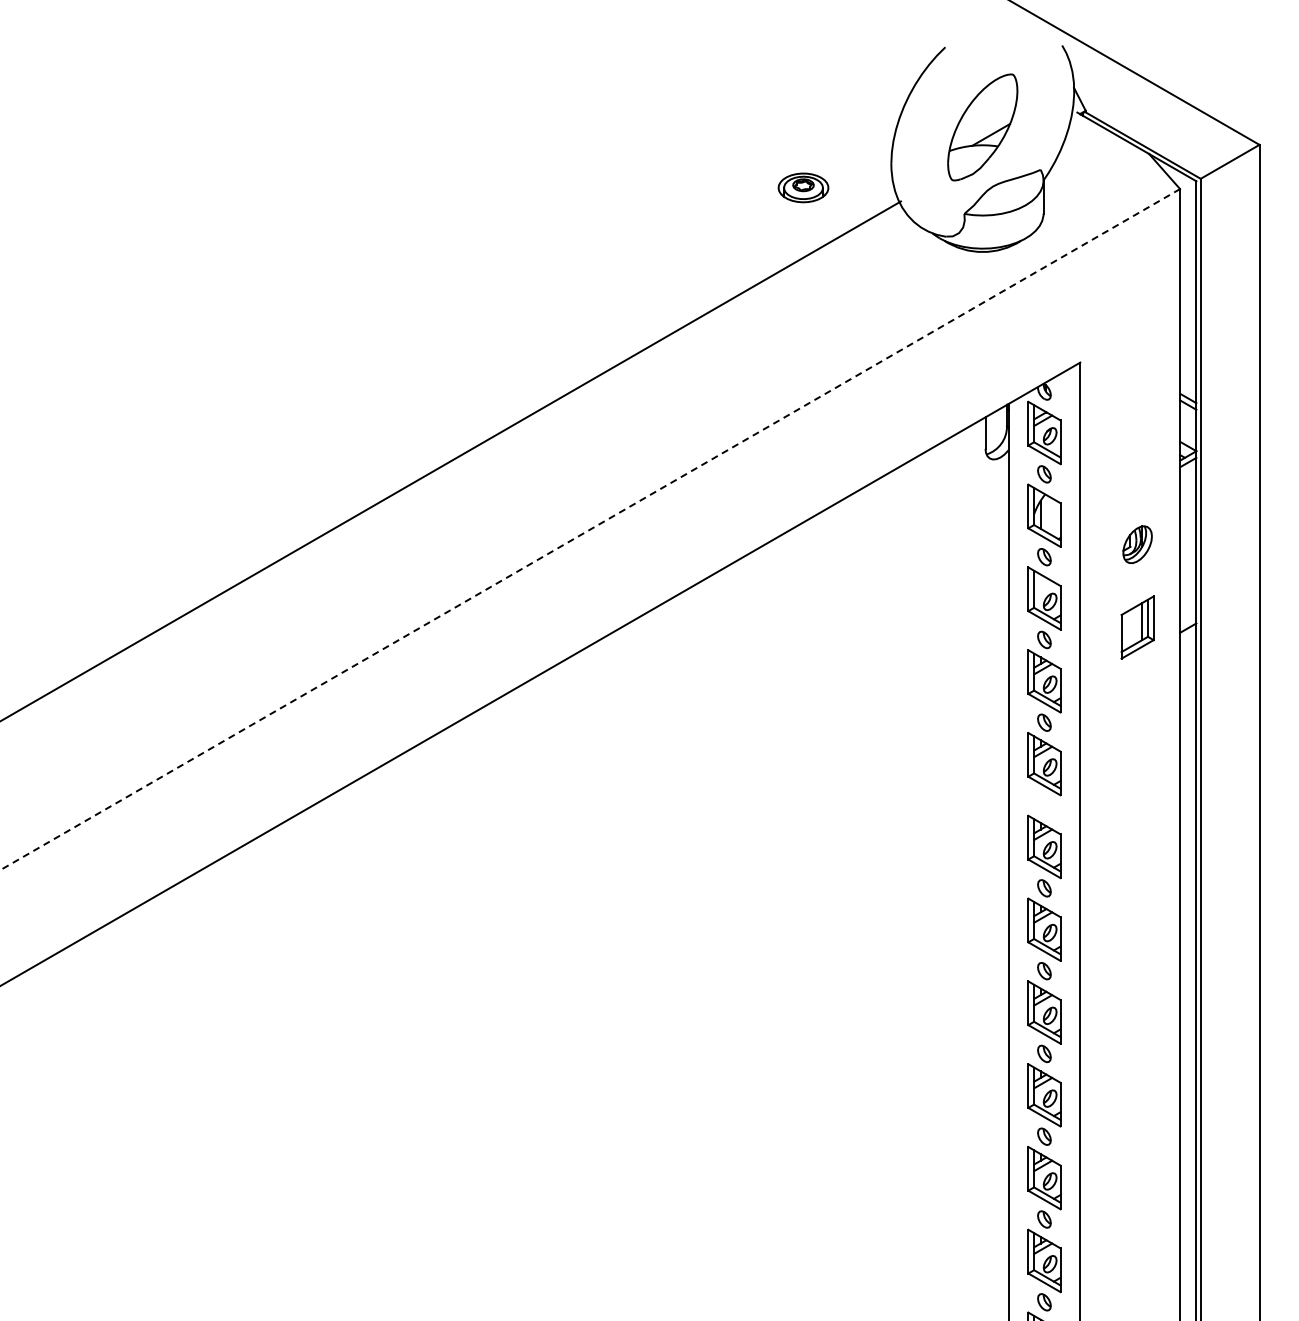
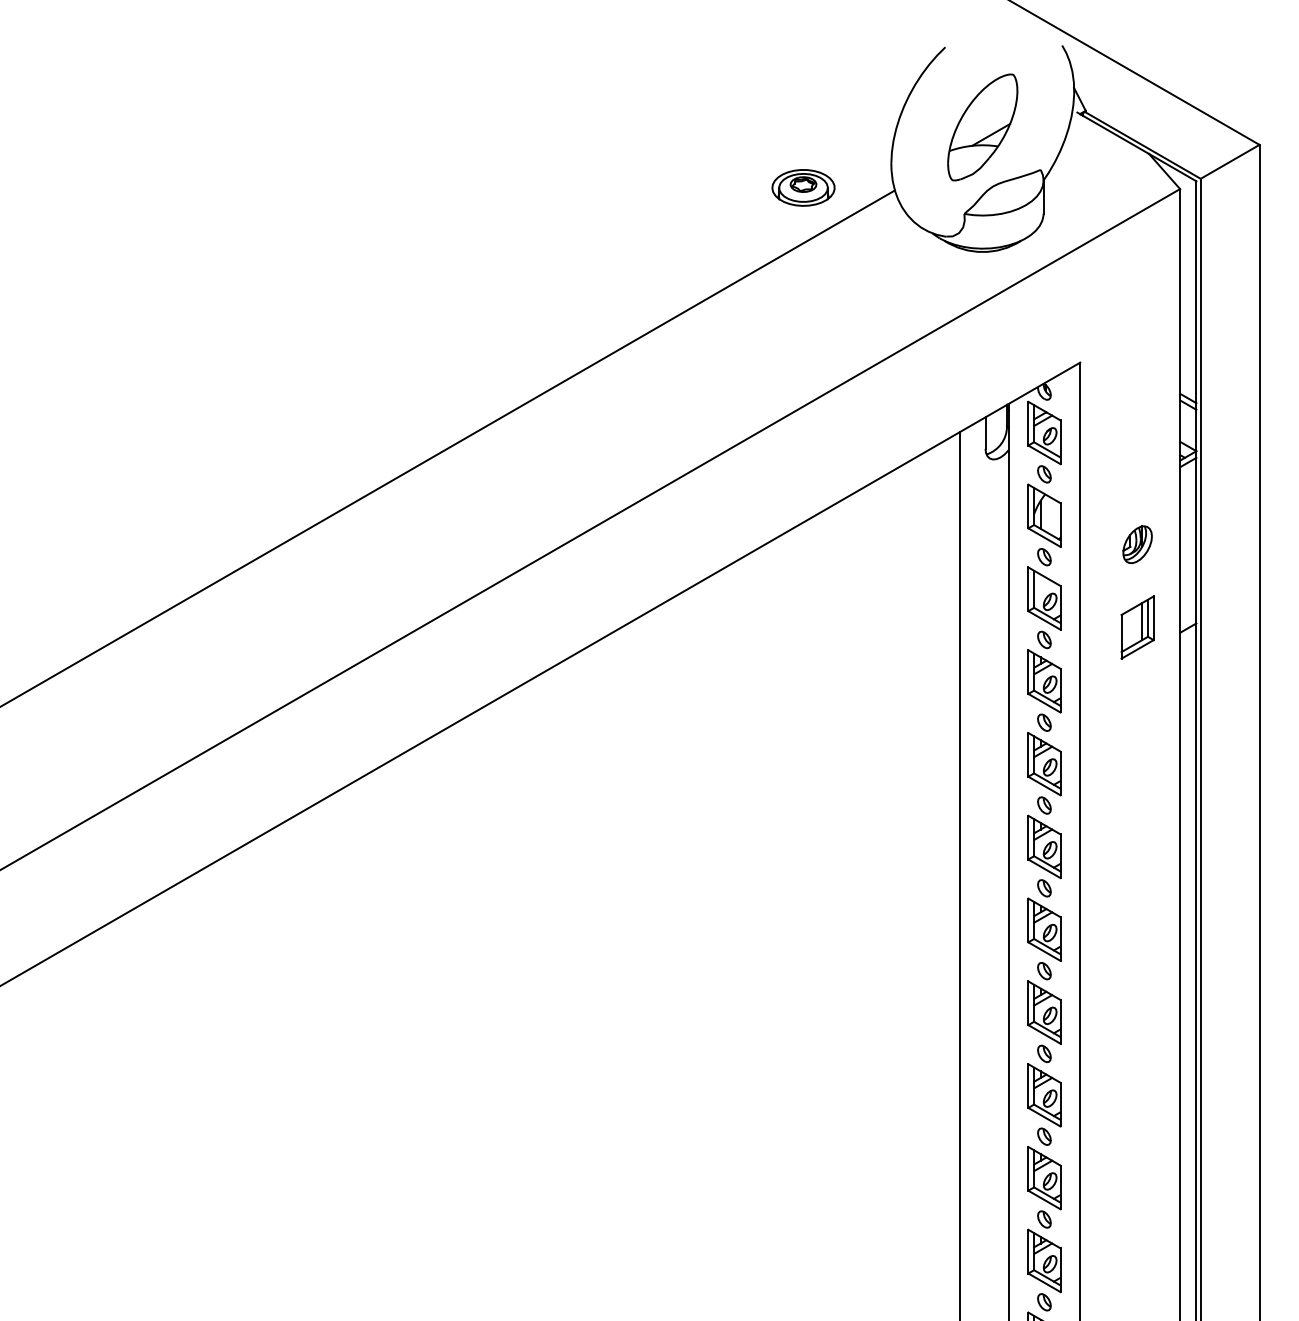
part at (803, 187) size: 53x32 px -> 65x38 px
line at (451, 460) position: (451, 460) -> (448, 447)
line at (590, 529): dashed -> solid
part at (1044, 805): none -> present
line at (960, 874): none -> present
